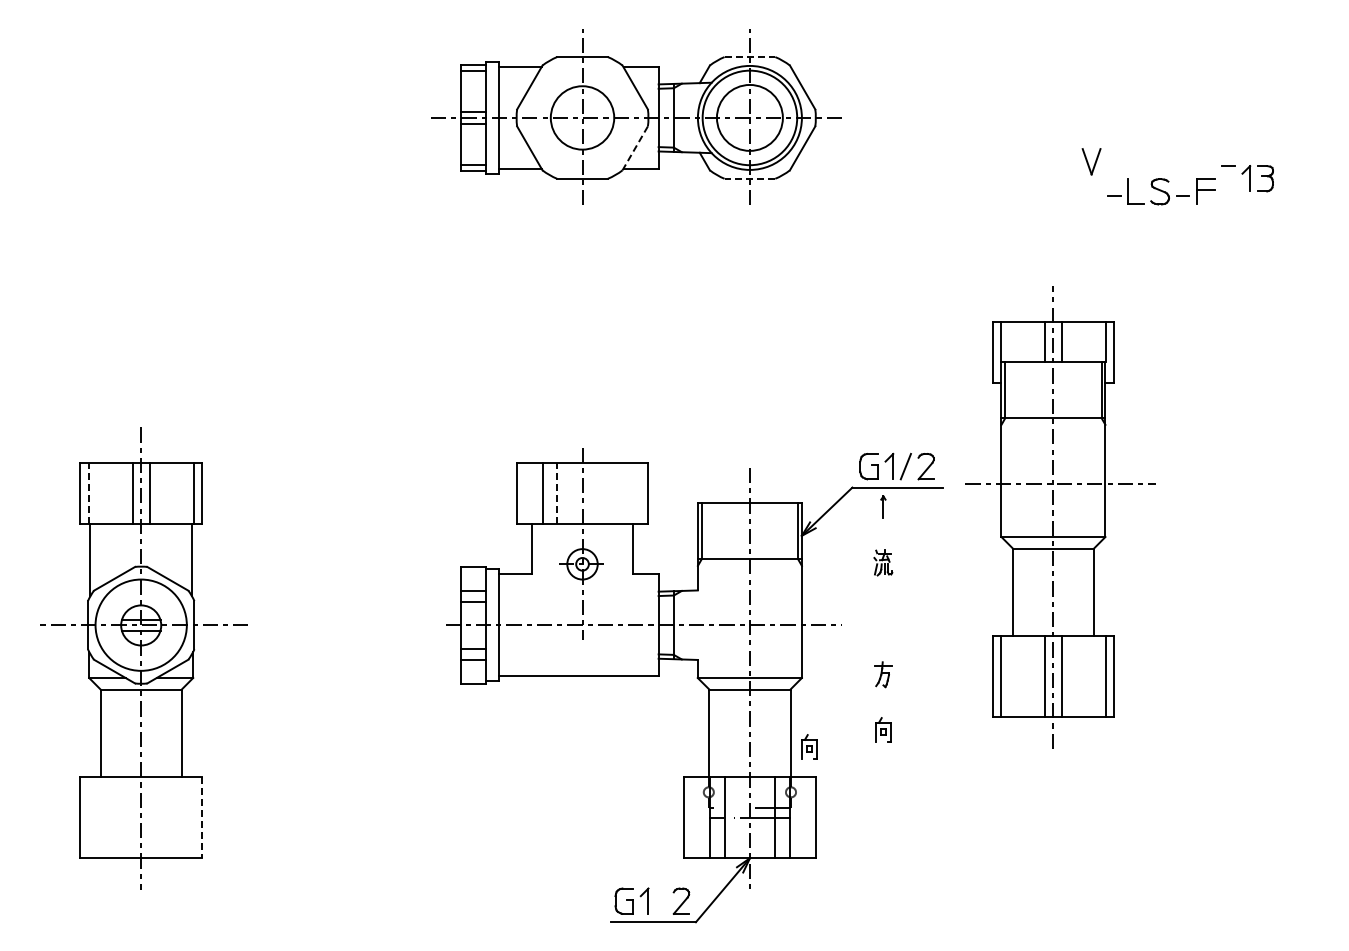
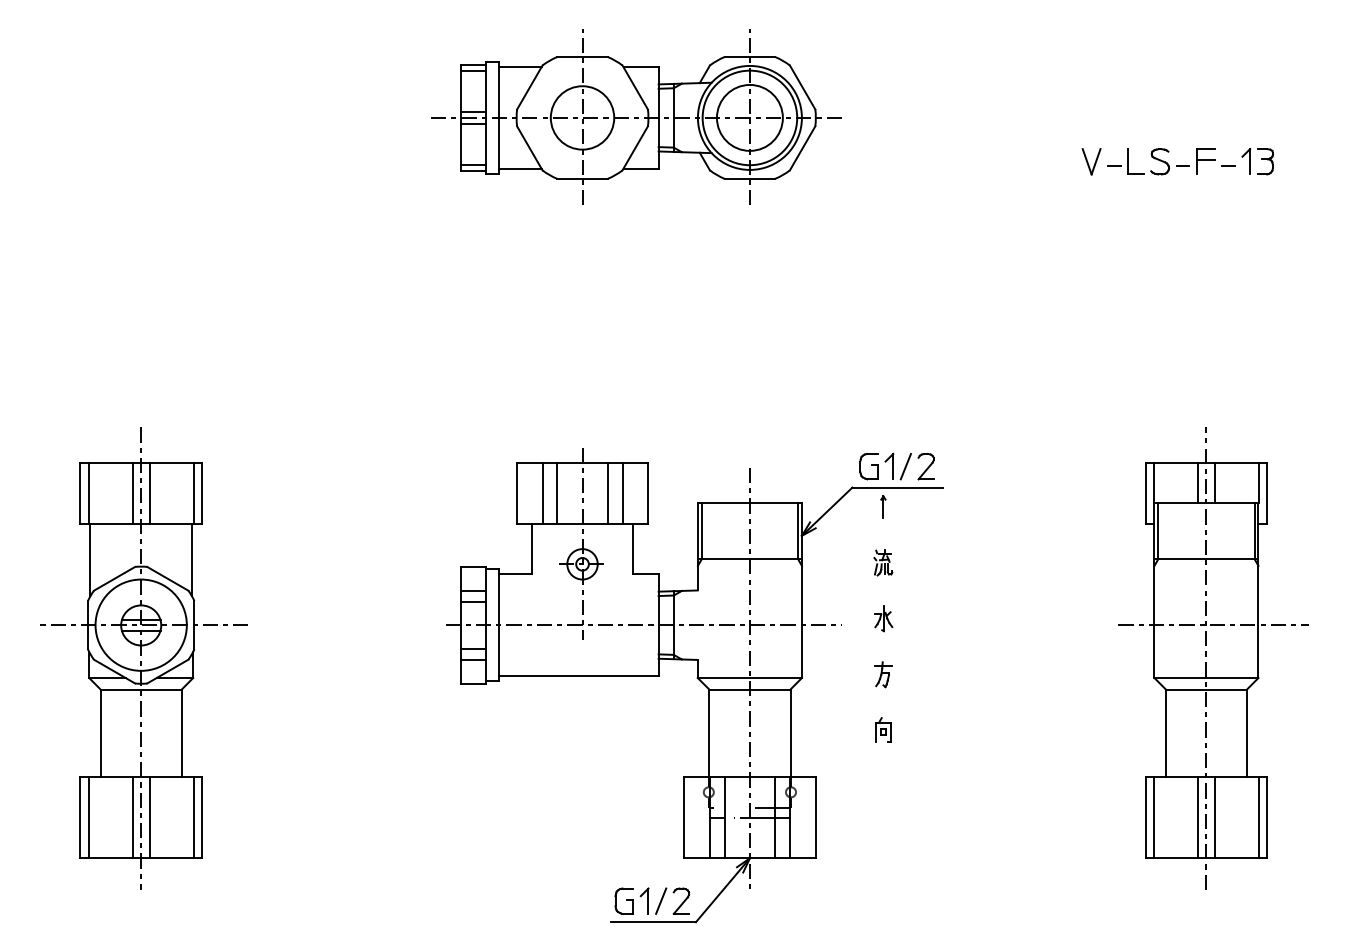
line at (750, 57): dashed -> solid
line at (634, 148): dashed -> solid
line at (749, 178): dashed -> solid
part at (1257, 178) position: (1257, 178) -> (1257, 161)
part at (1161, 191) position: (1161, 191) -> (1161, 161)
line at (88, 492): dashed -> solid
line at (557, 492): dashed -> solid
line at (607, 492): none -> present
line at (622, 492): none -> present
part at (1060, 517) position: (1060, 517) -> (1213, 658)
part at (883, 618): none -> present
part at (809, 746): present -> none
line at (88, 817): none -> present
line at (132, 817): none -> present
line at (149, 817): none -> present
line at (193, 817): none -> present
line at (202, 817): dashed -> solid
line at (661, 900): none -> present
